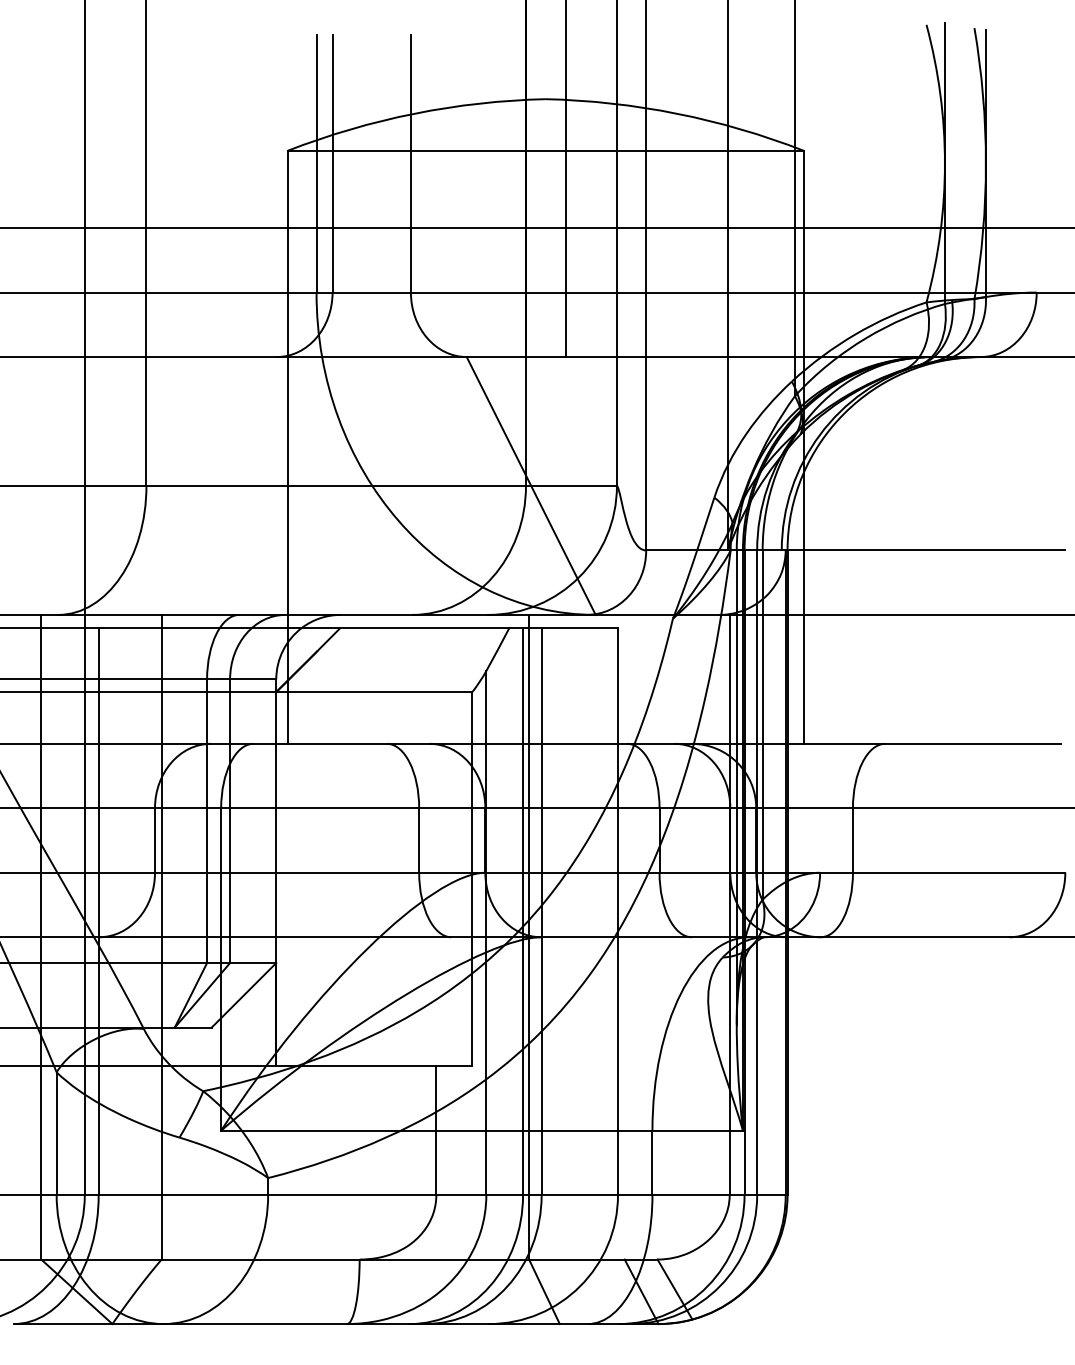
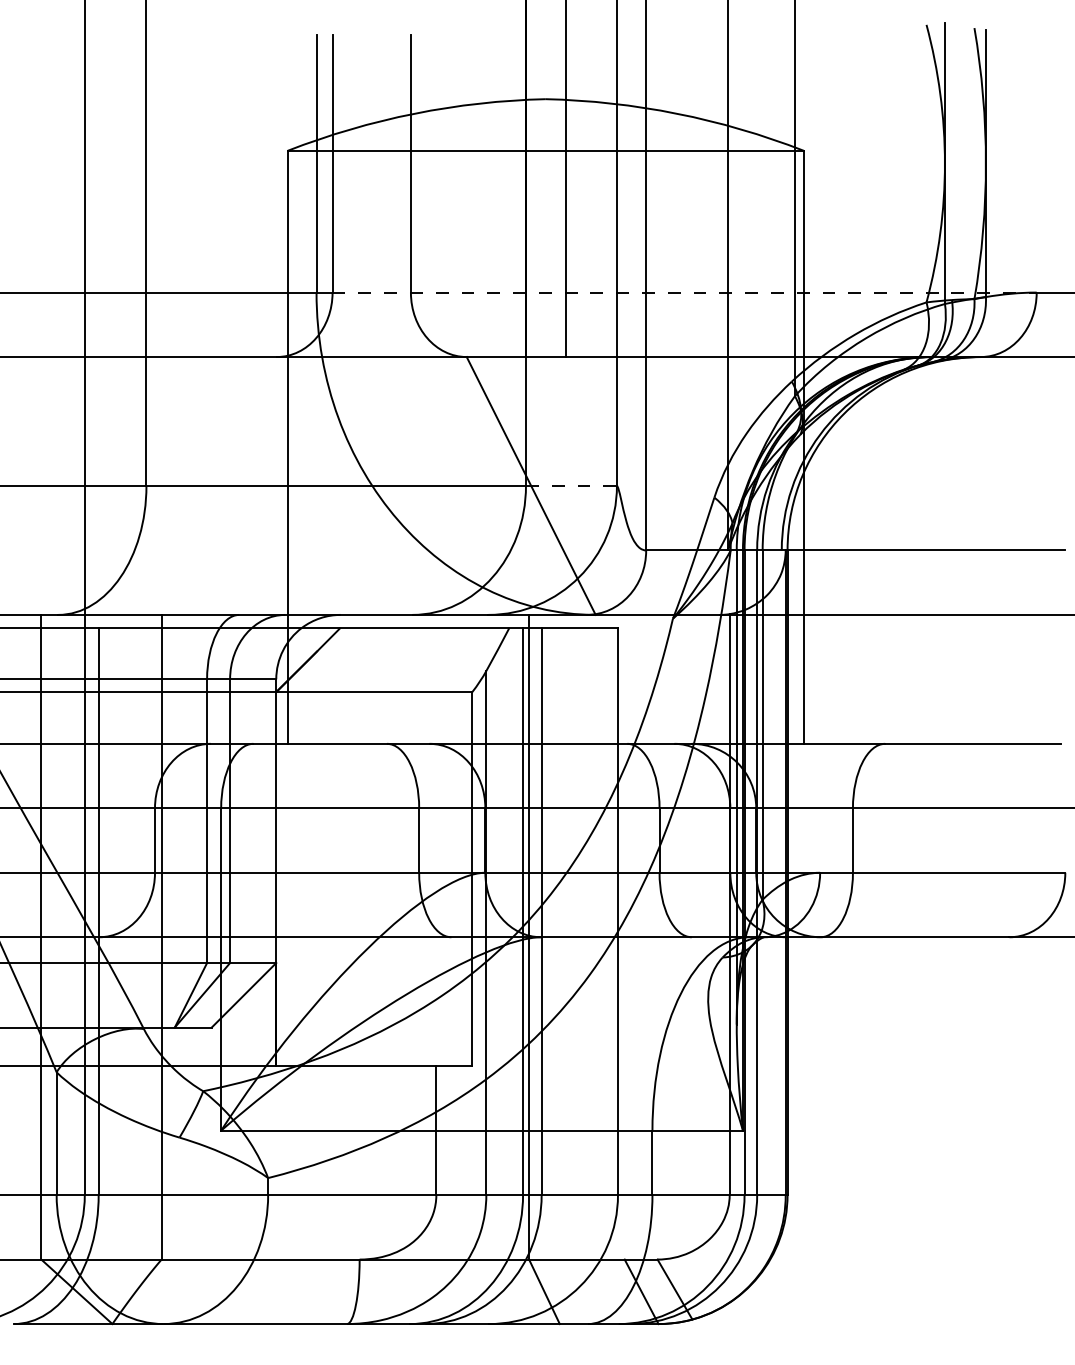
line at (536, 228): present -> none
line at (685, 292): solid -> dashed
line at (571, 485): solid -> dashed
